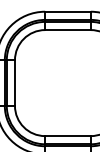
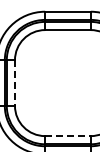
line at (14, 83): solid -> dashed
line at (67, 136): solid -> dashed
